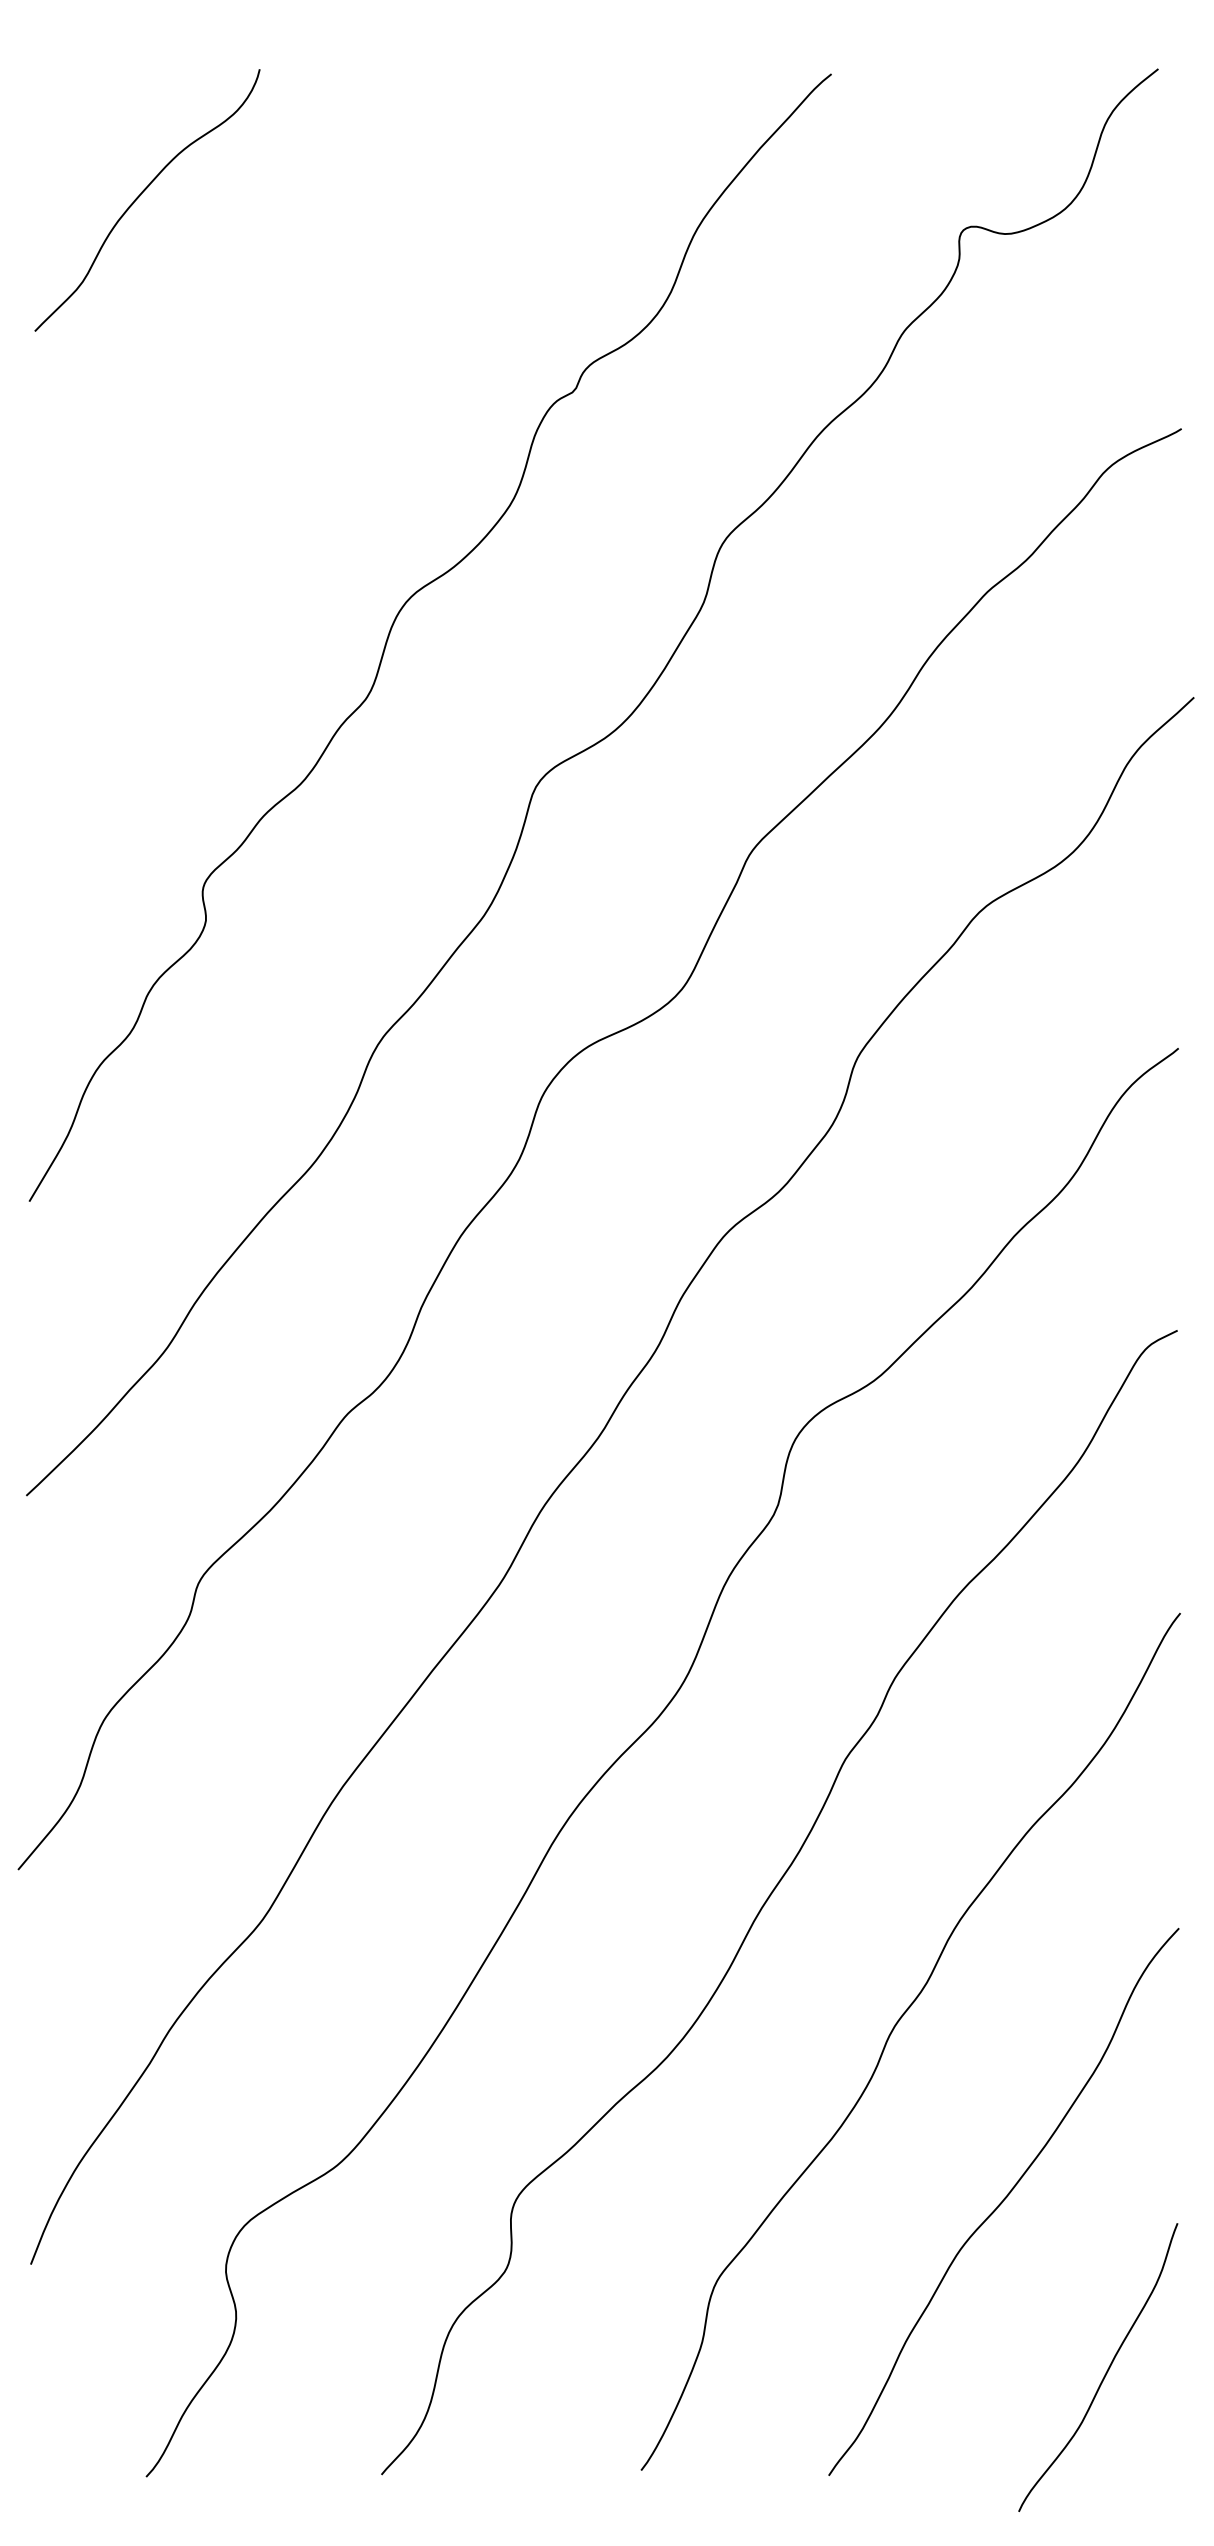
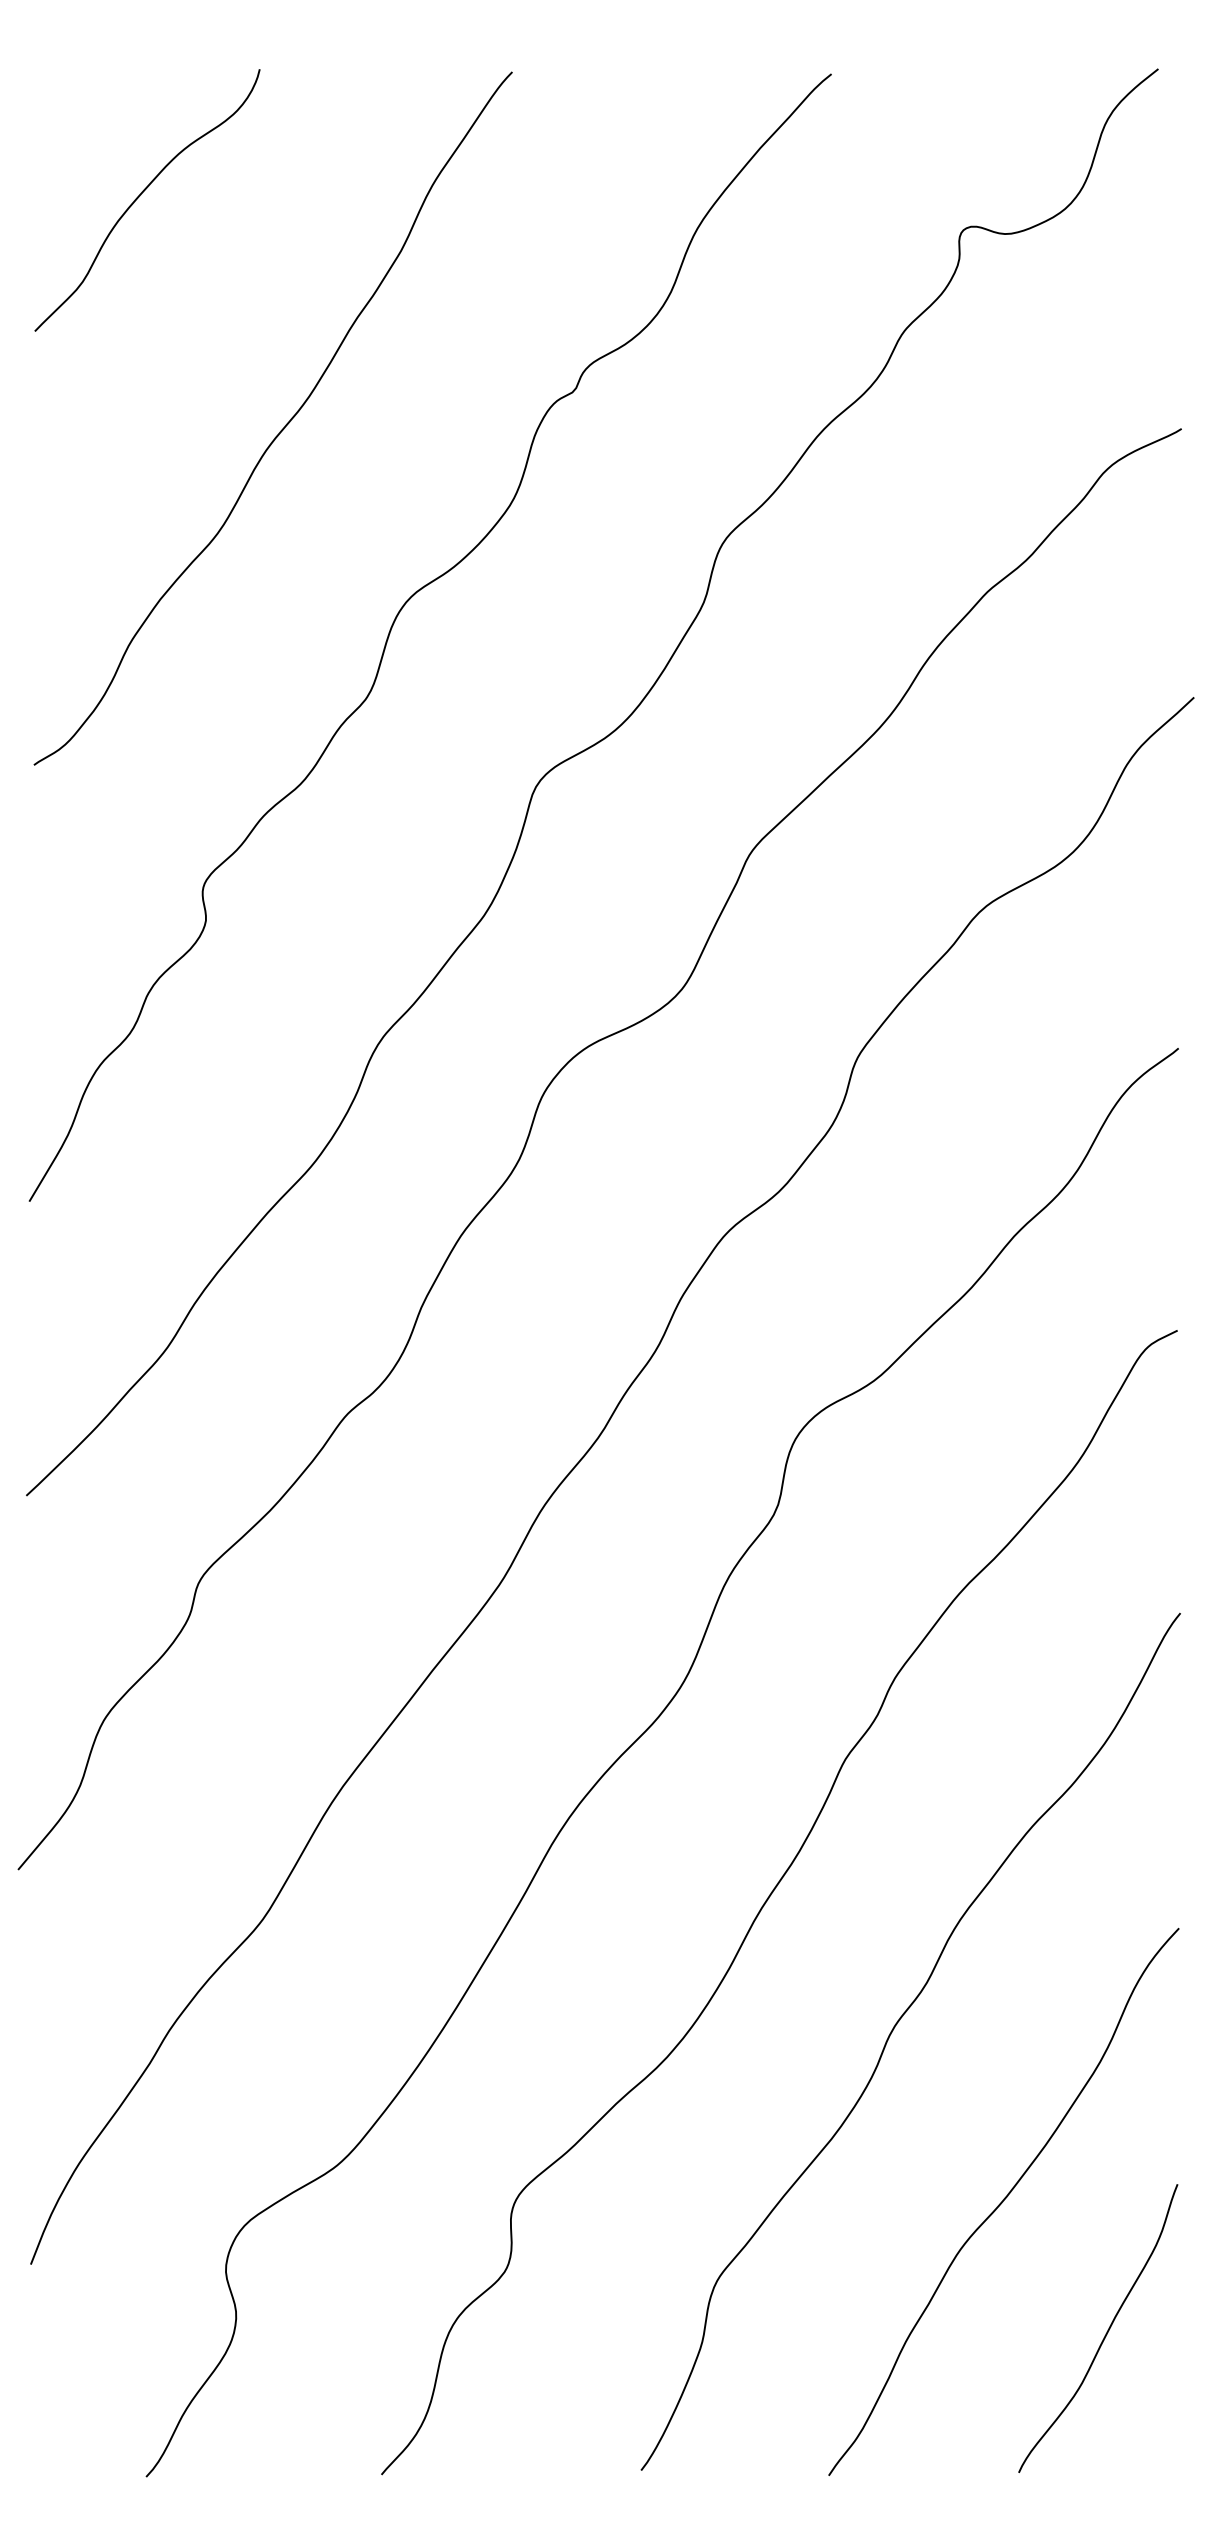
curve at (282, 428): none -> present
curve at (1106, 2370) position: (1106, 2370) -> (1106, 2331)
